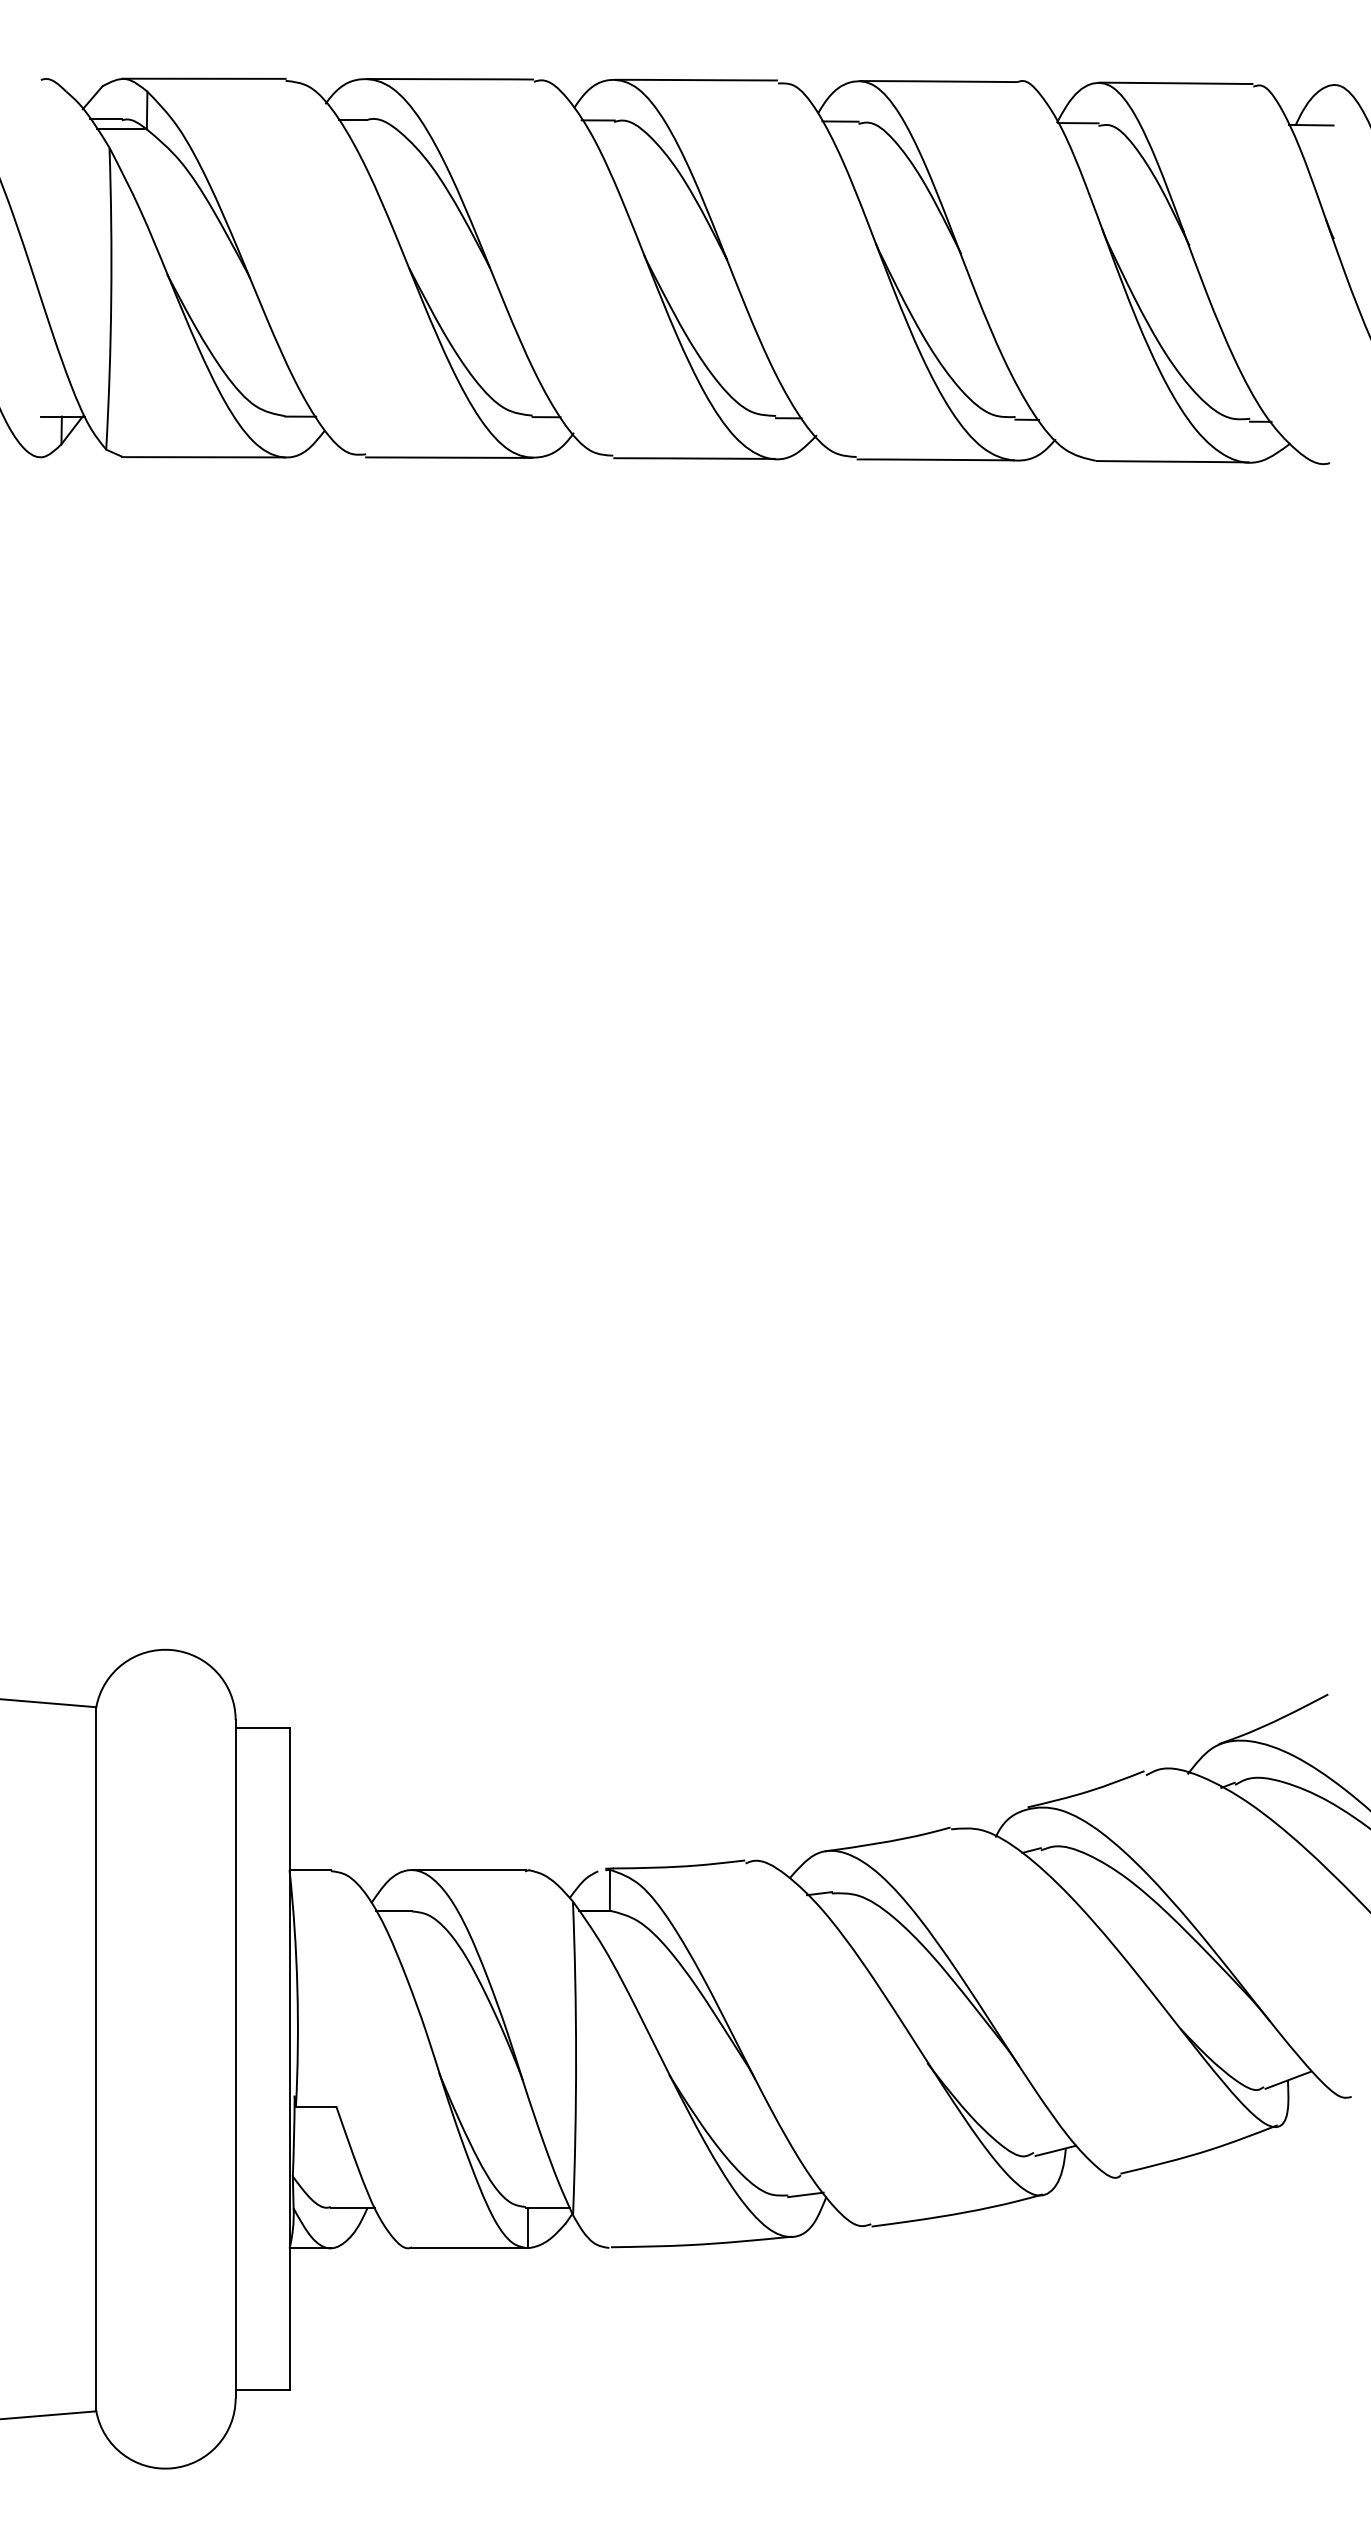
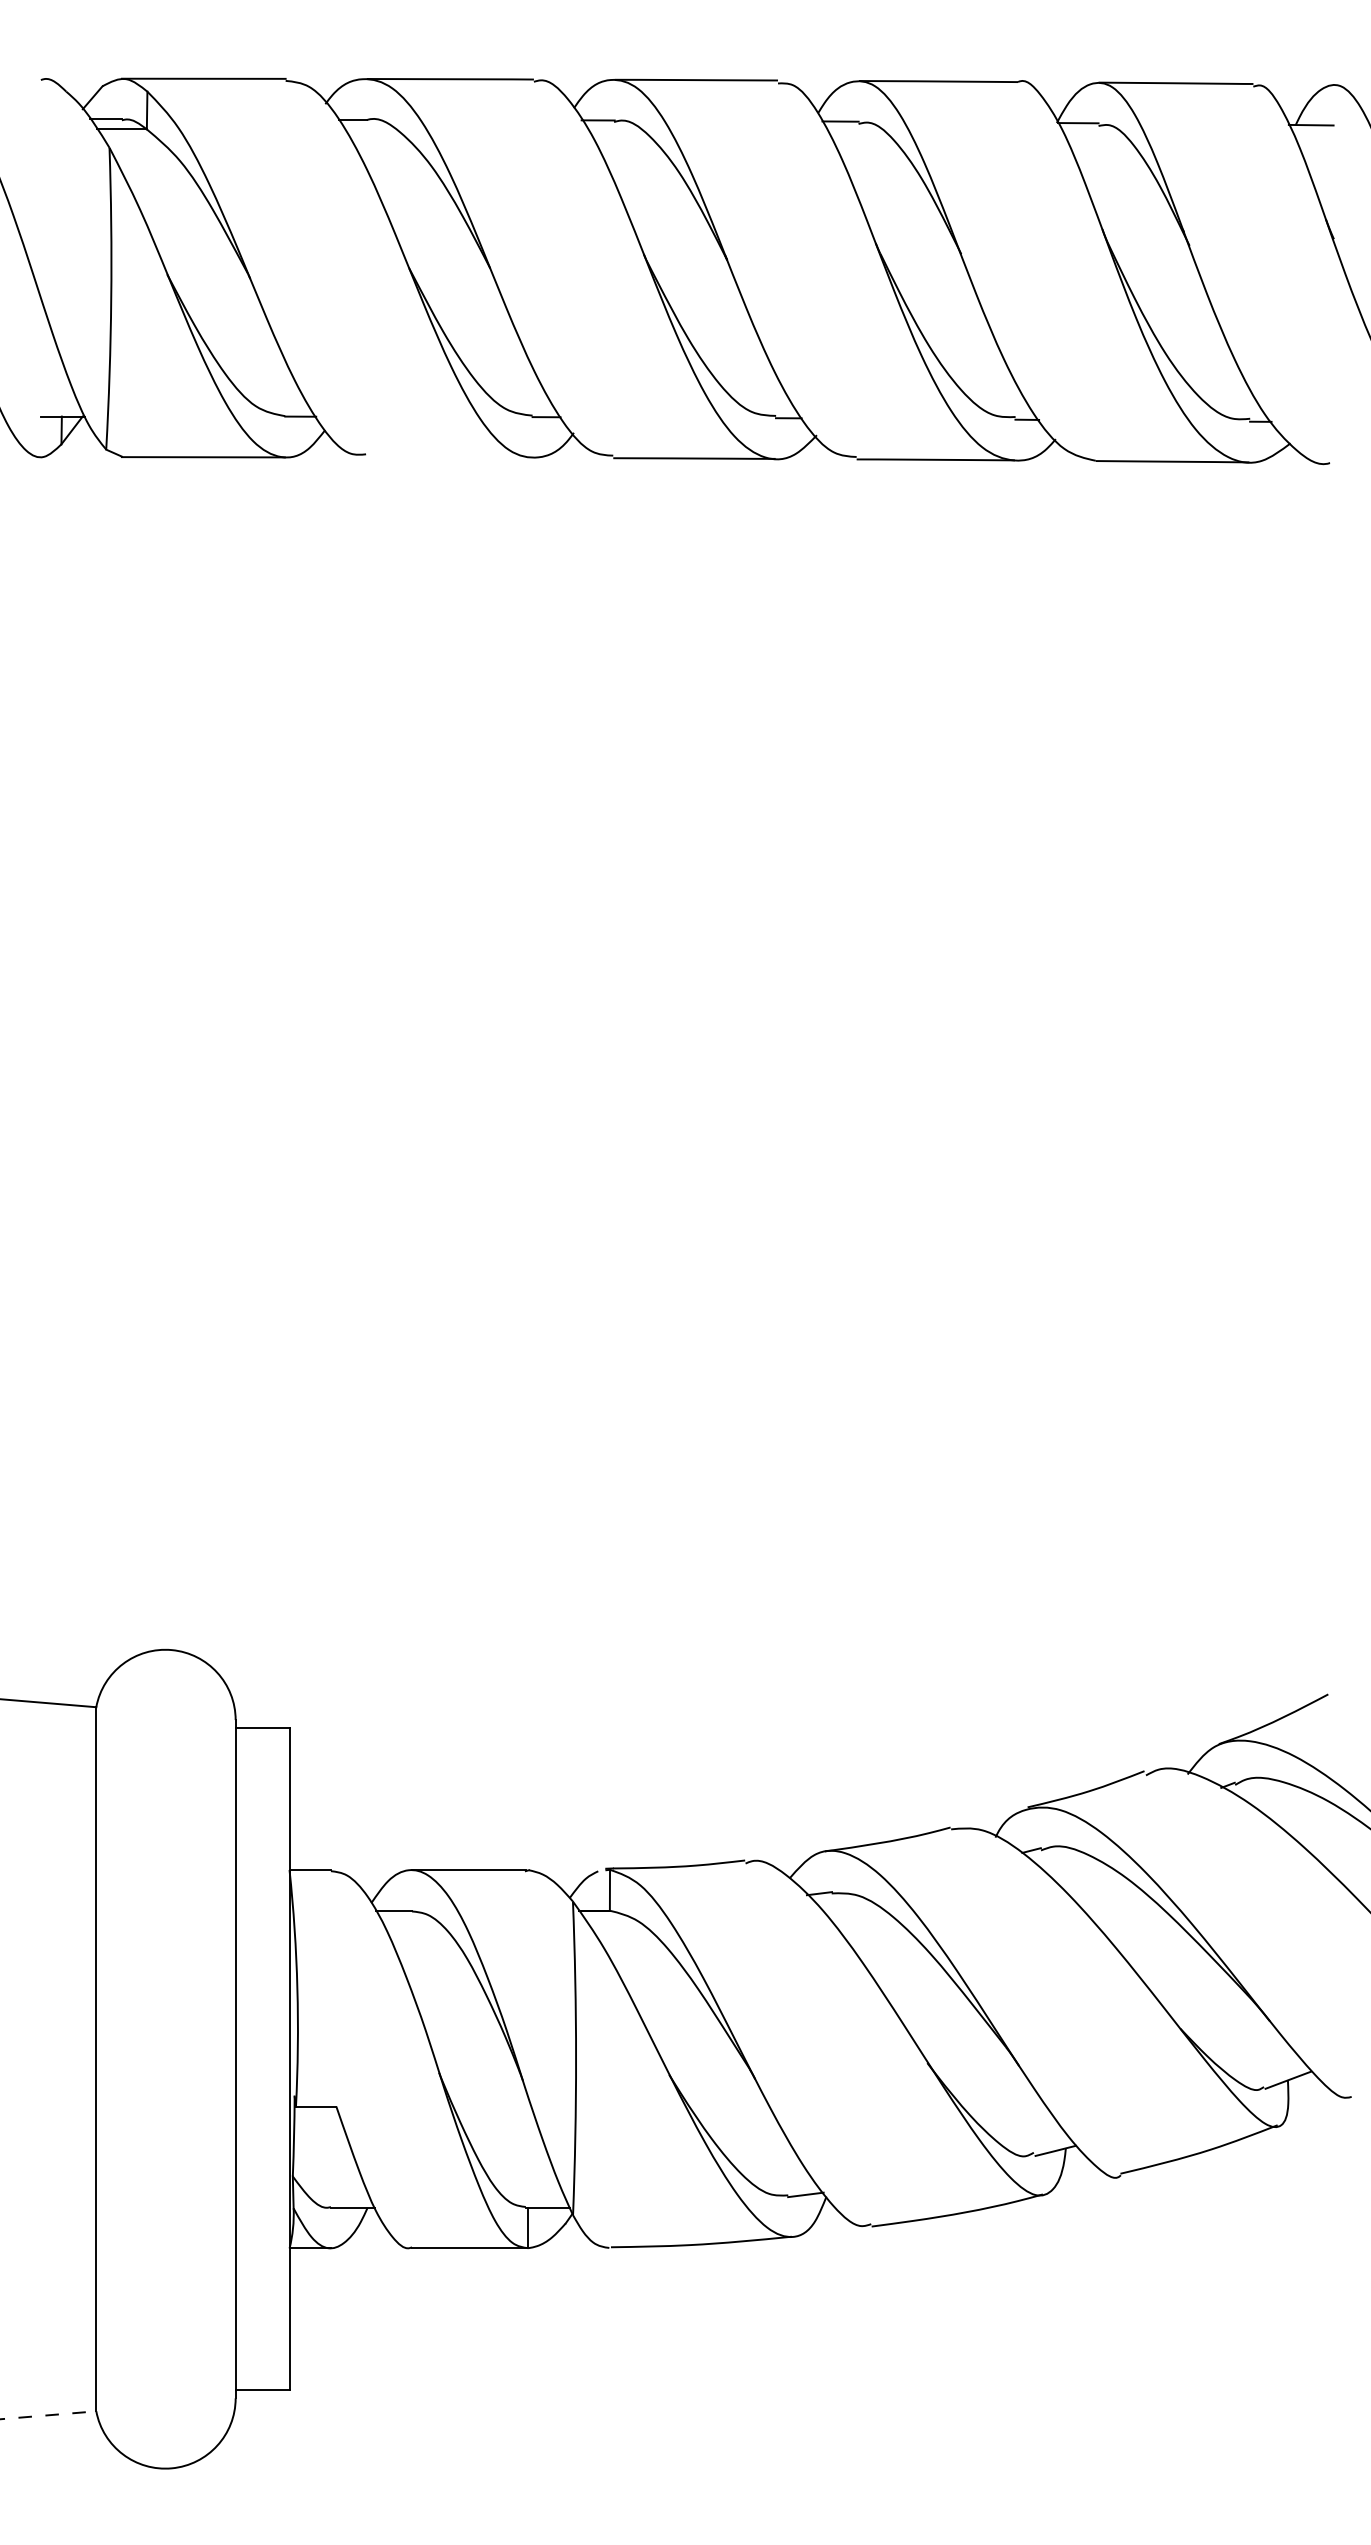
line at (449, 457): present -> none
line at (48, 2415): solid -> dashed
